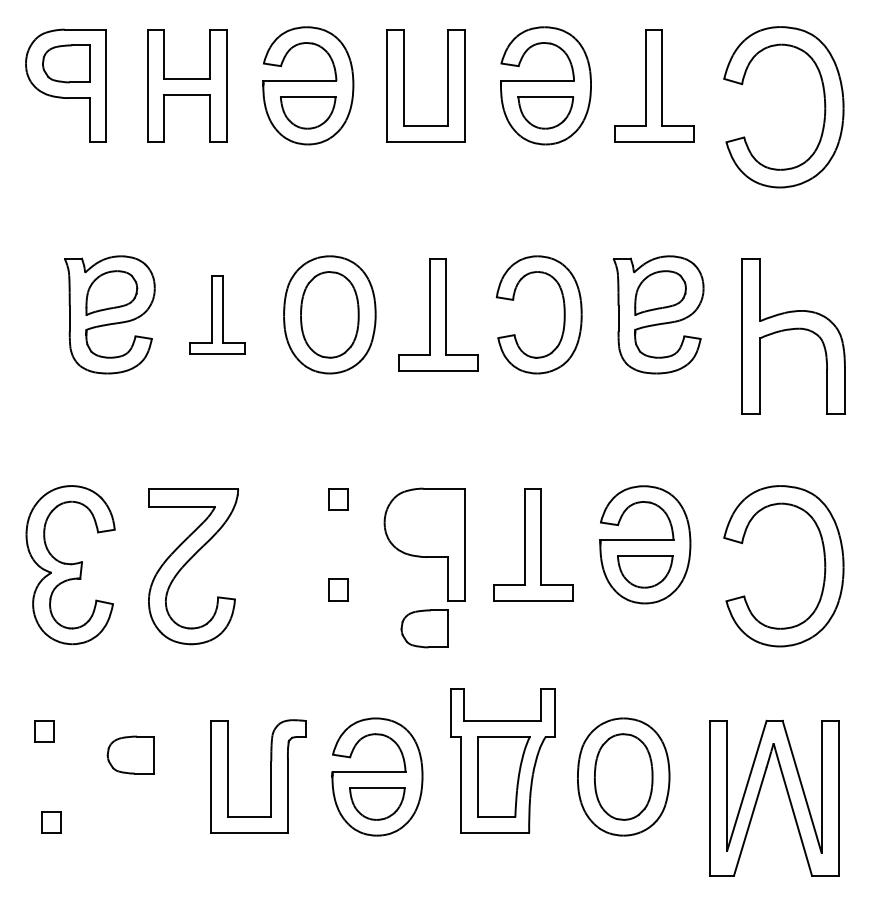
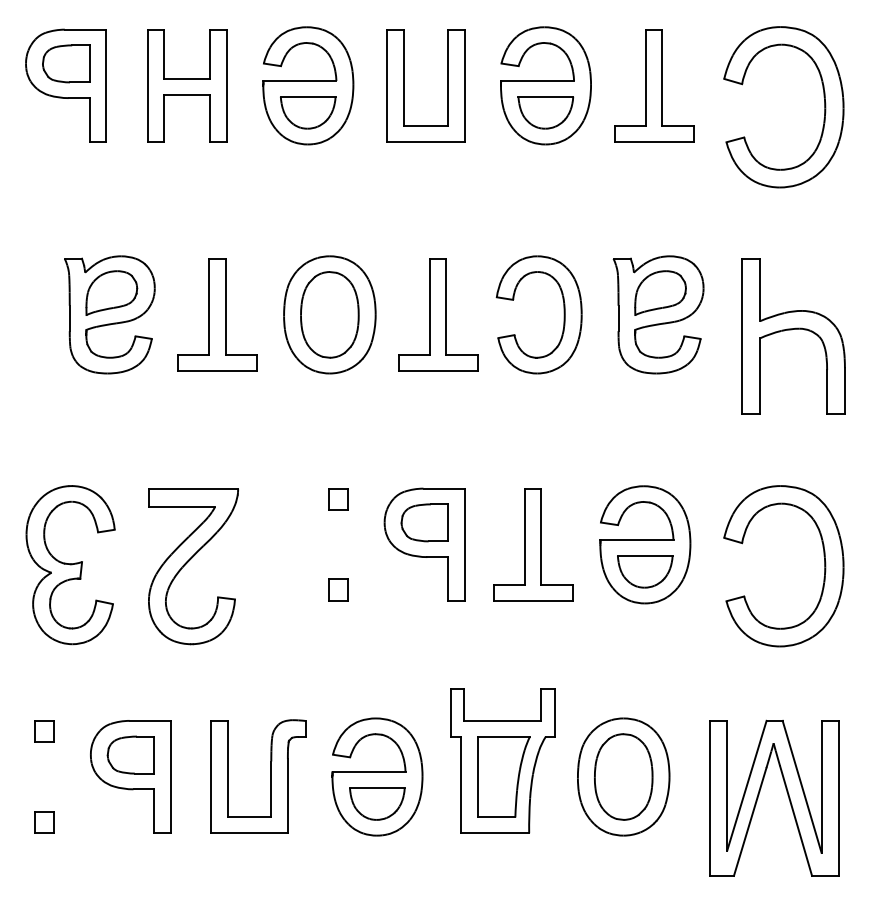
part at (217, 314) size: 57x80 px -> 81x114 px
part at (424, 628) position: (424, 628) -> (424, 522)
part at (130, 776): none -> present
part at (51, 822) position: (51, 822) -> (44, 822)
